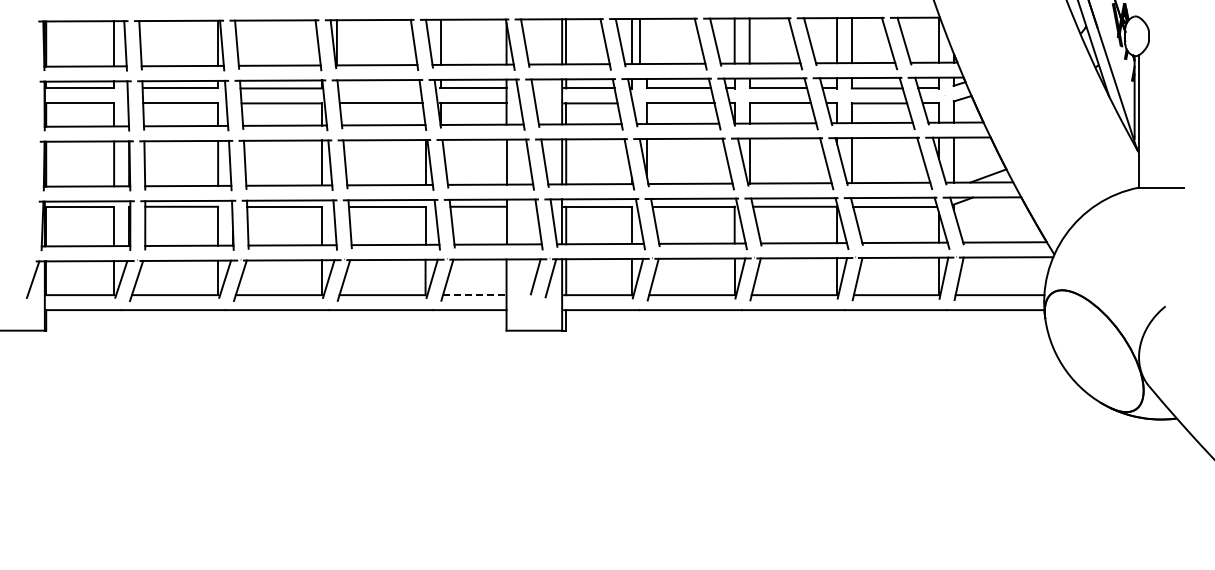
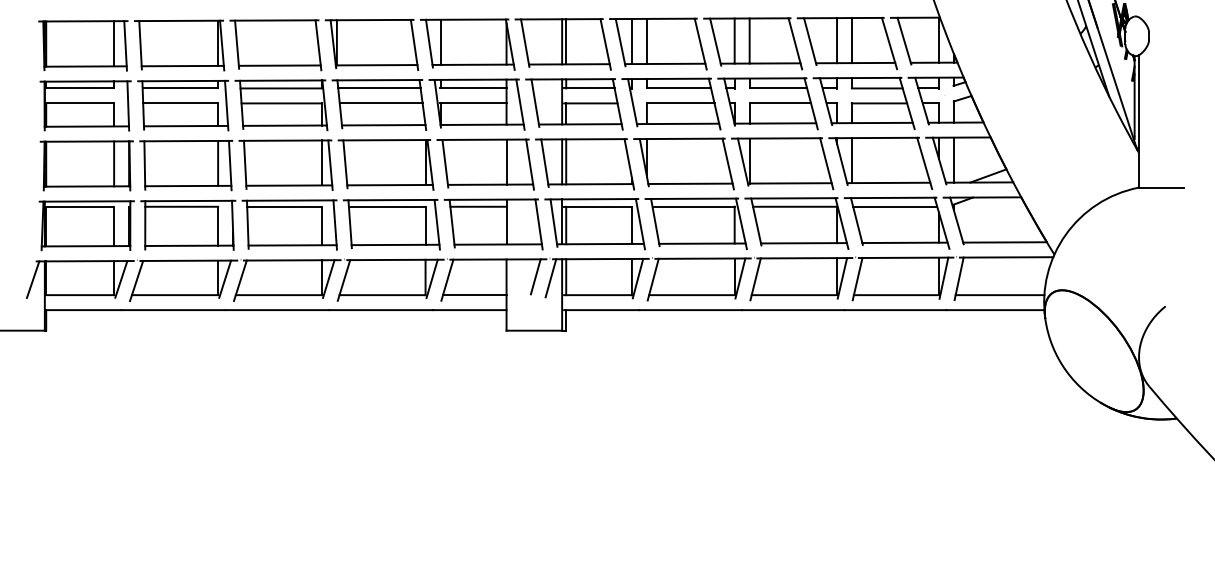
line at (639, 41) position: (639, 41) -> (646, 41)
line at (379, 88): none -> present
line at (474, 295): dashed -> solid
